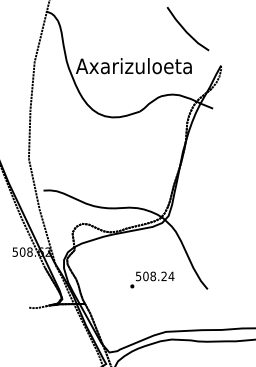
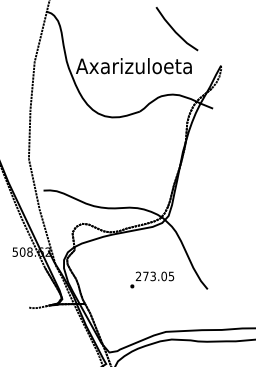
line at (186, 30) position: (186, 30) -> (175, 30)
text at (155, 276): 508.24 -> 273.05
